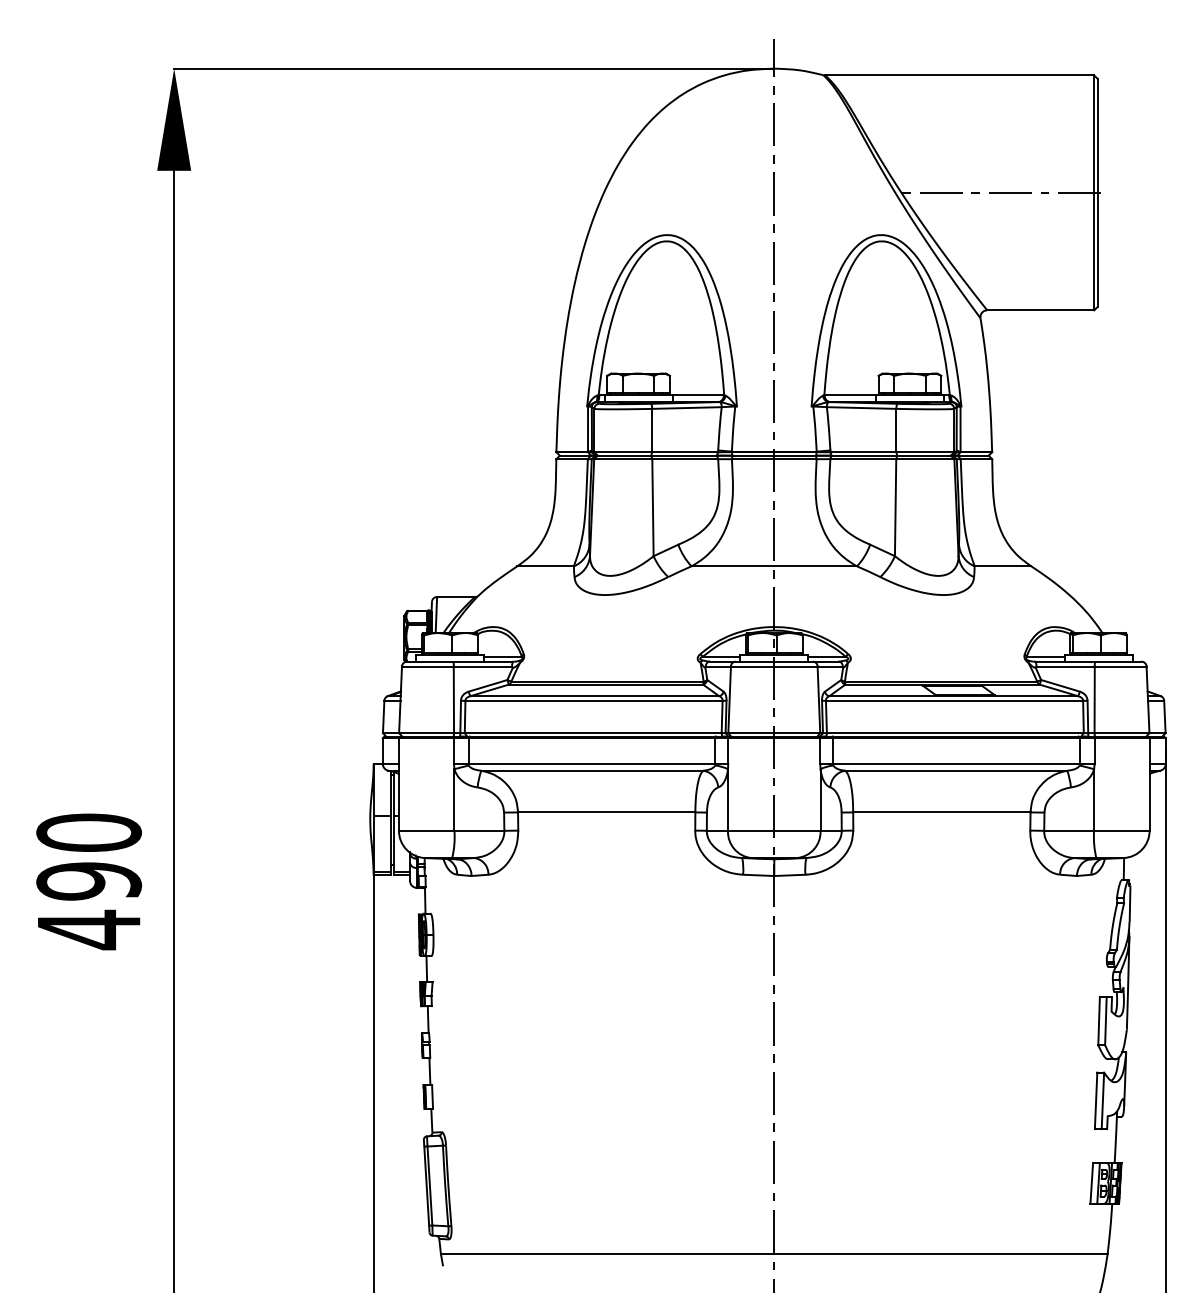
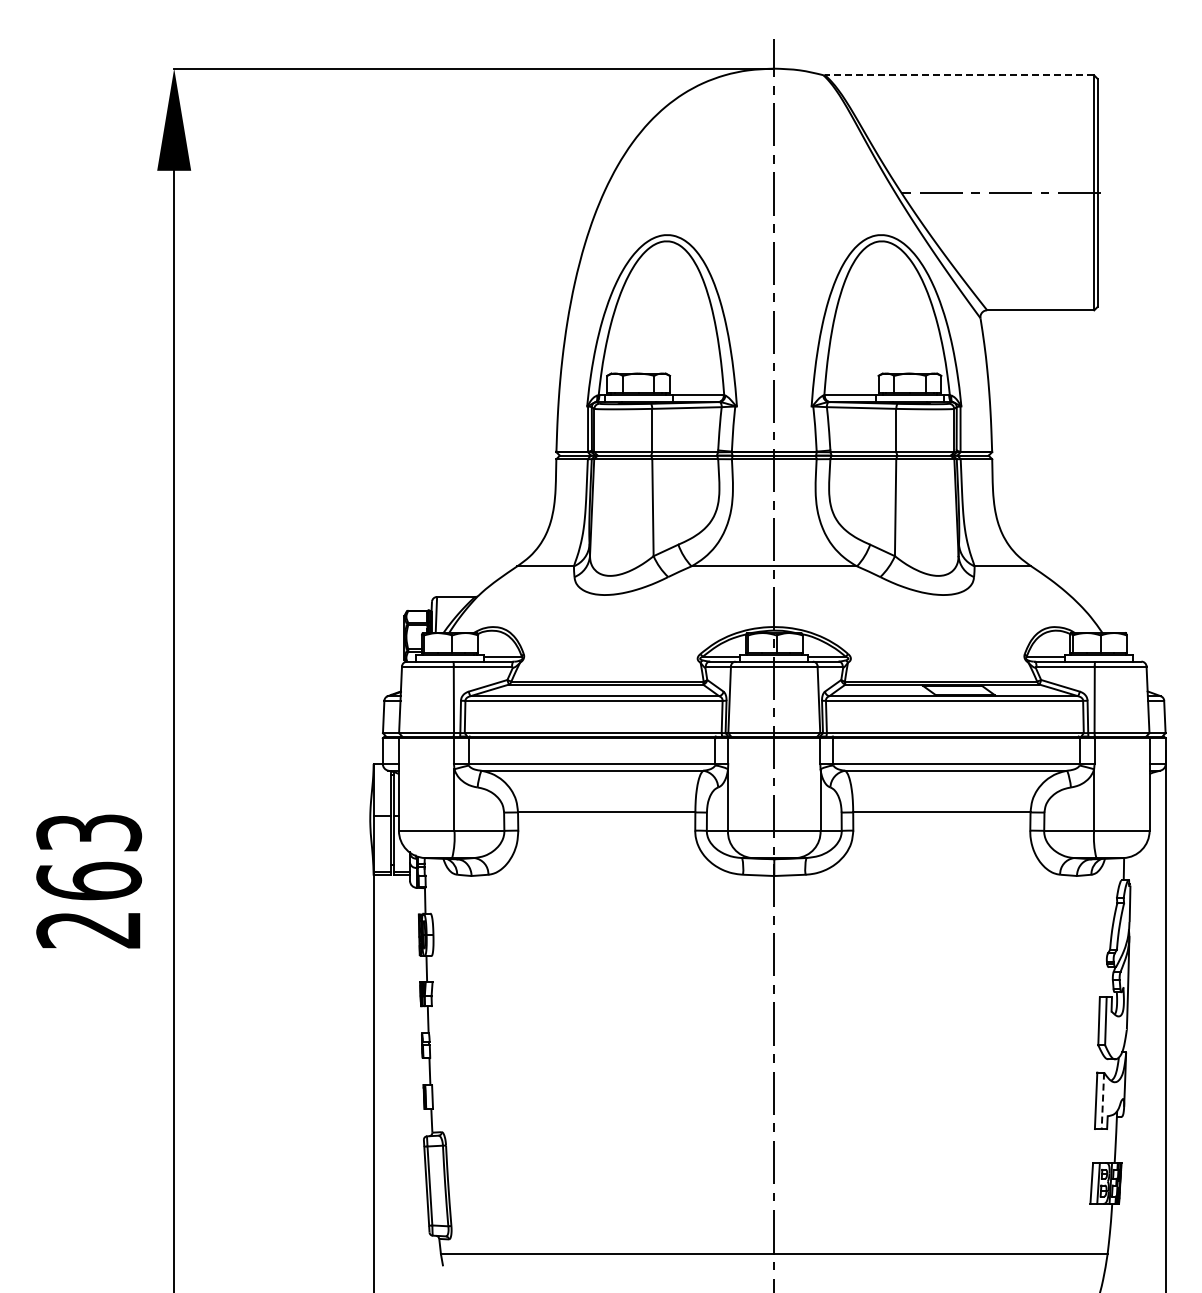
line at (959, 75): solid -> dashed
text at (89, 881): 490 -> 263
line at (1102, 1101): solid -> dashed
